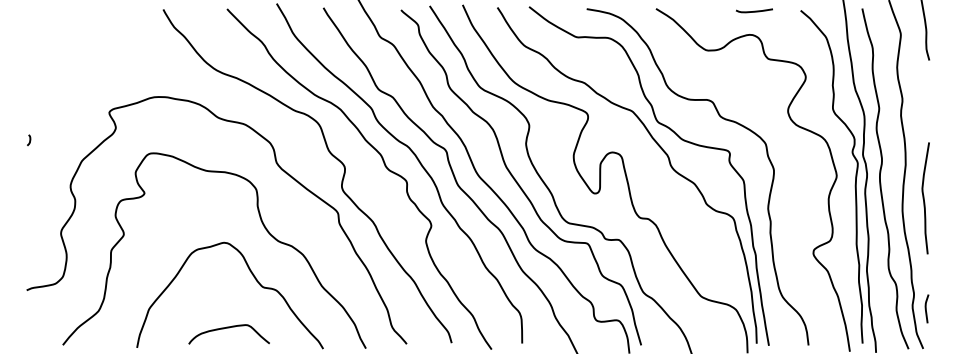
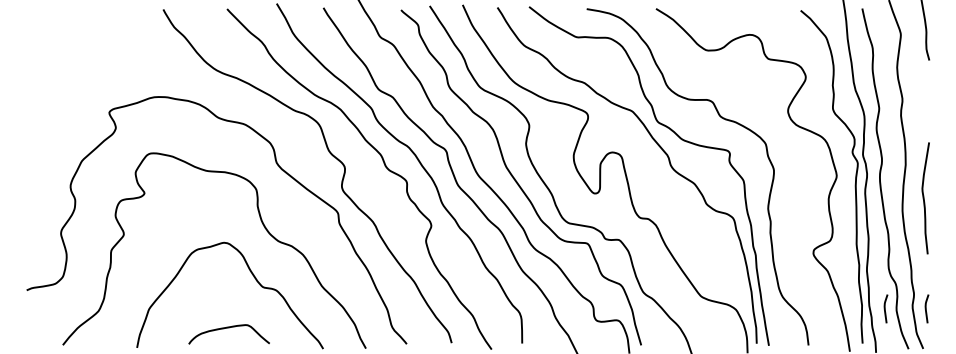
curve at (754, 10): present -> none
curve at (29, 139): present -> none
curve at (885, 308): none -> present
